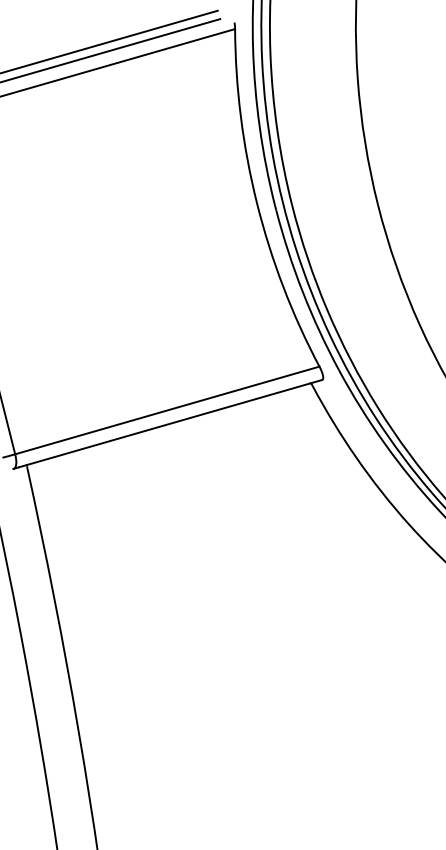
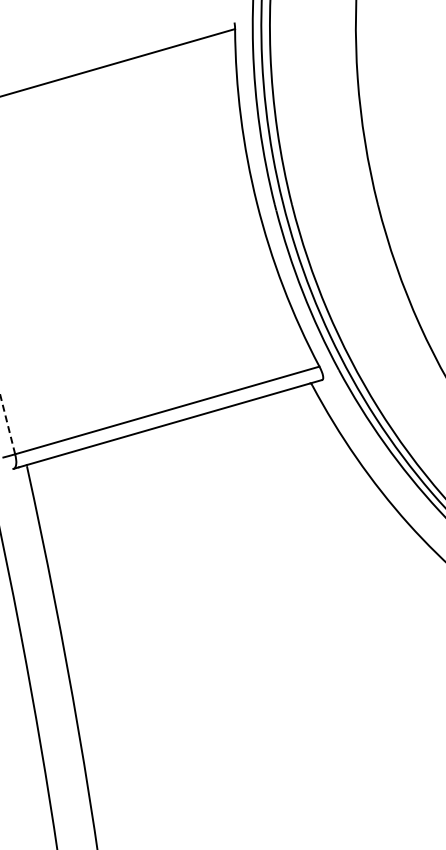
line at (109, 41): present -> none
line at (111, 50): present -> none
line at (7, 424): solid -> dashed
